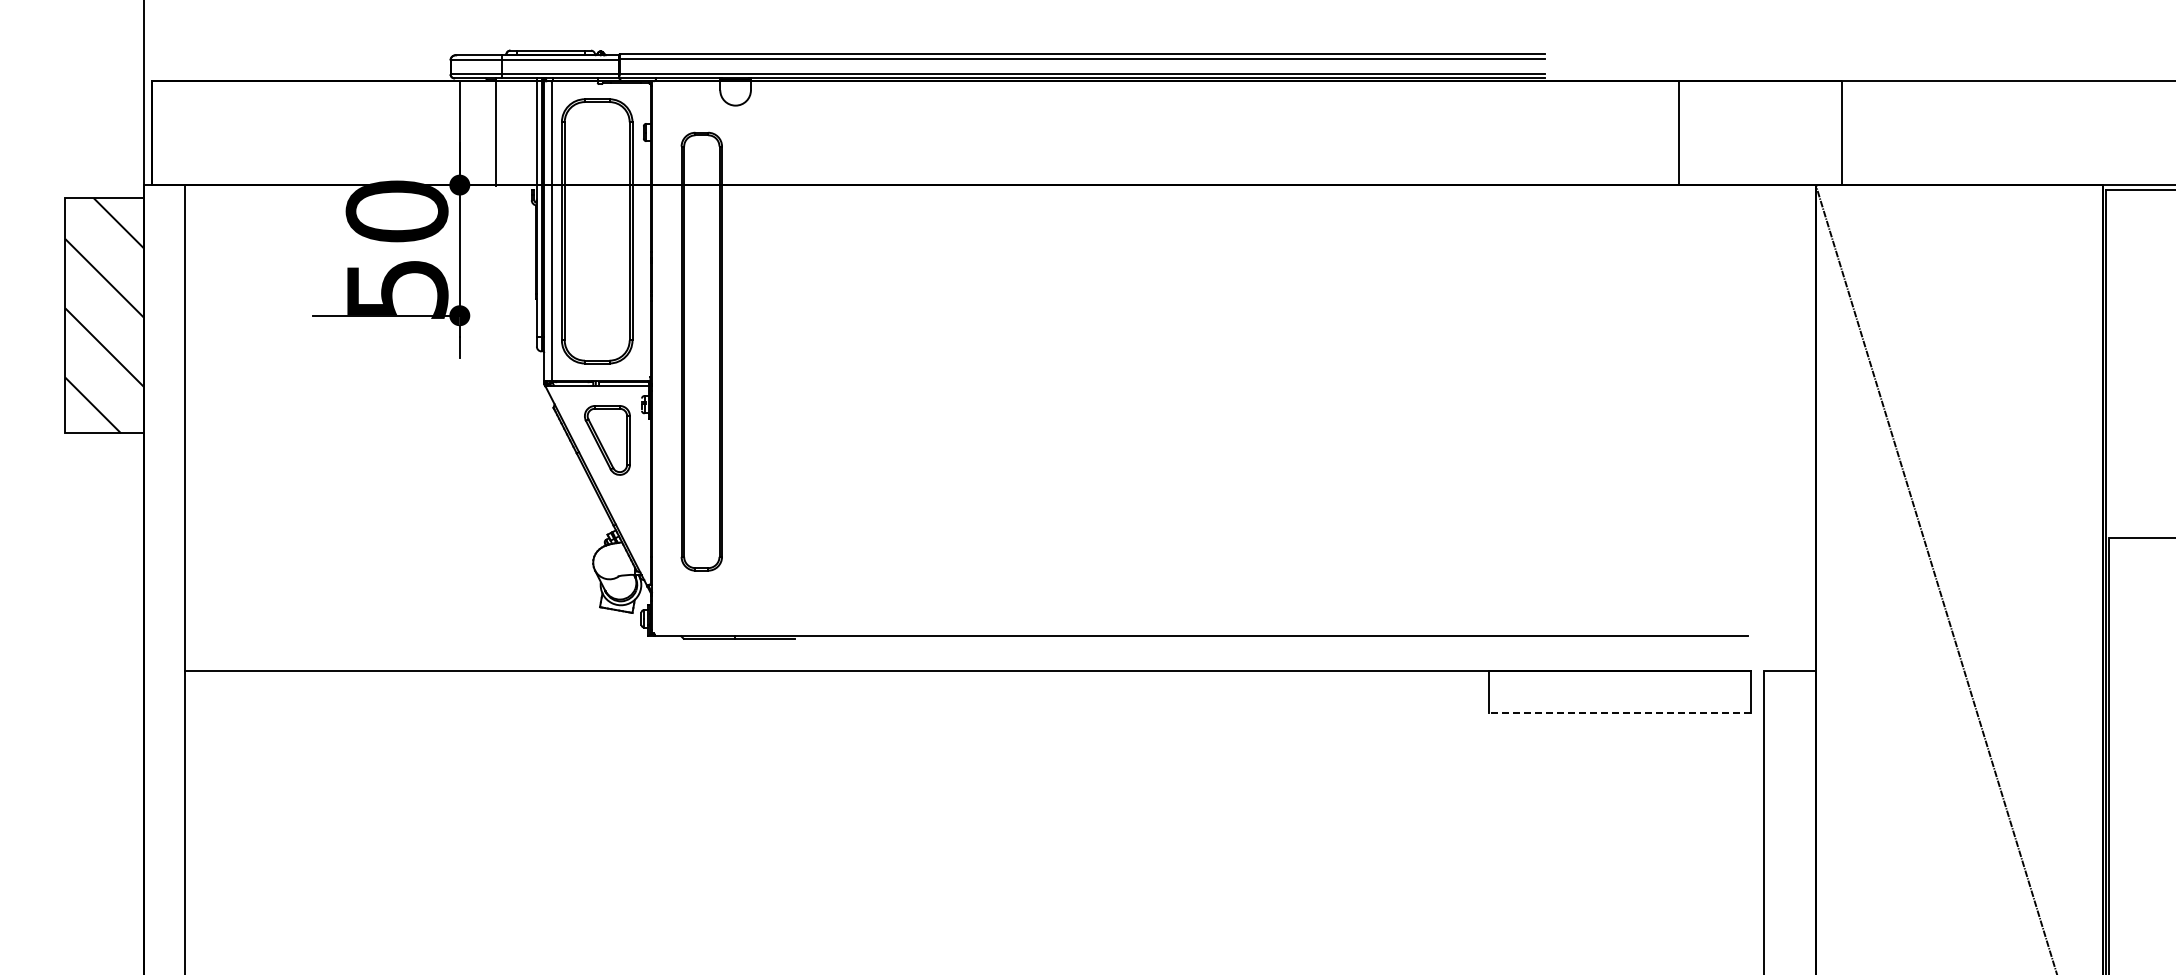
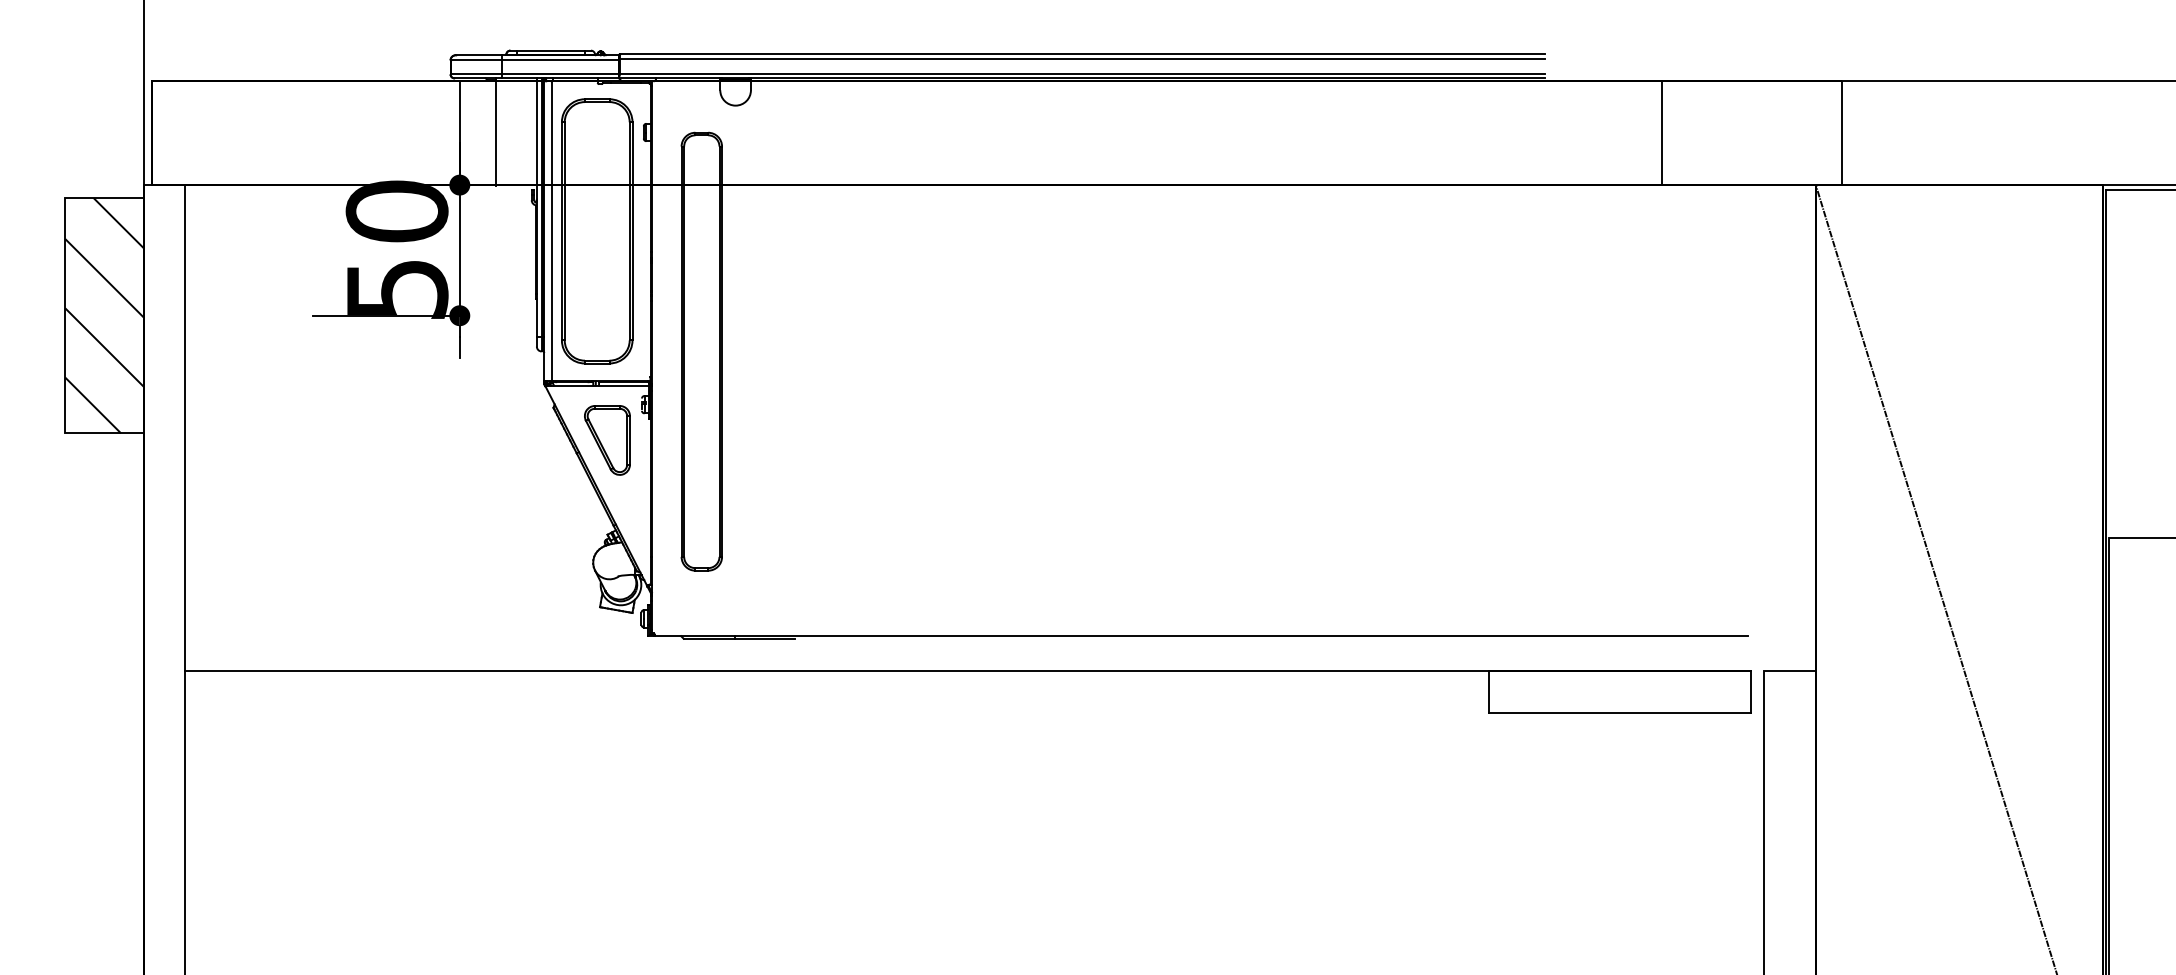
line at (1678, 132) position: (1678, 132) -> (1661, 132)
line at (1619, 712): dashed -> solid
